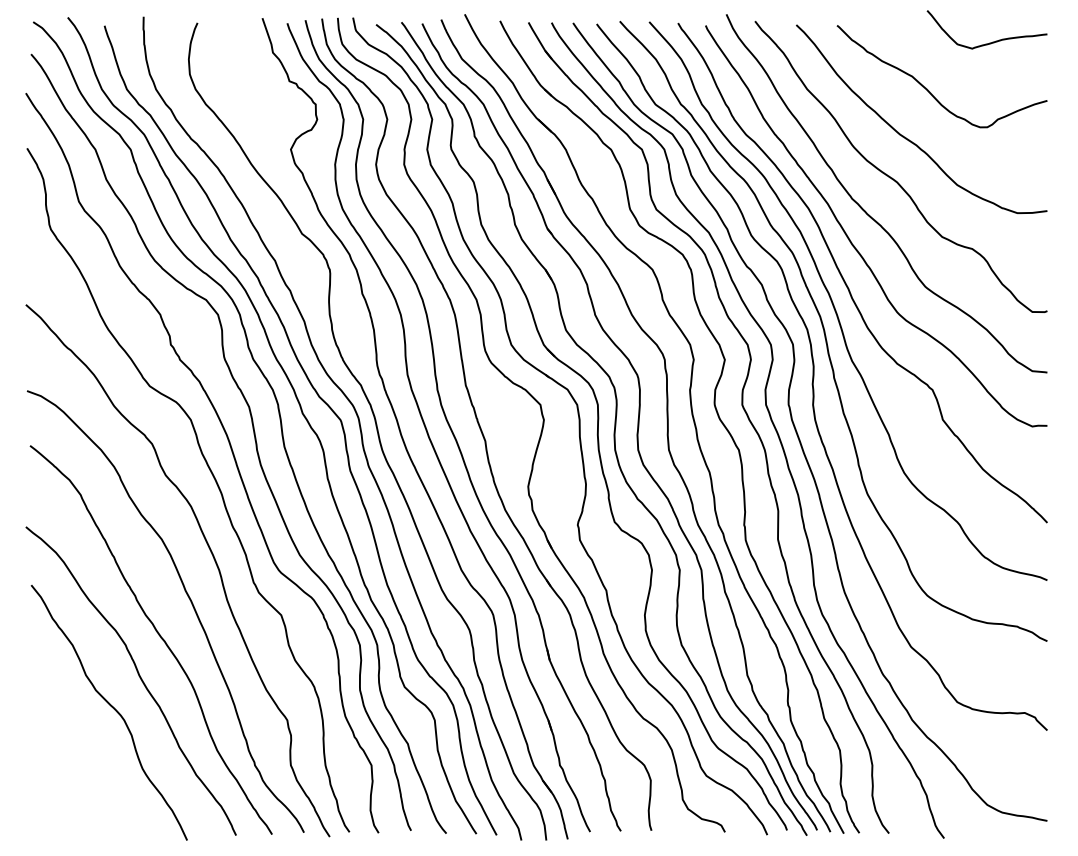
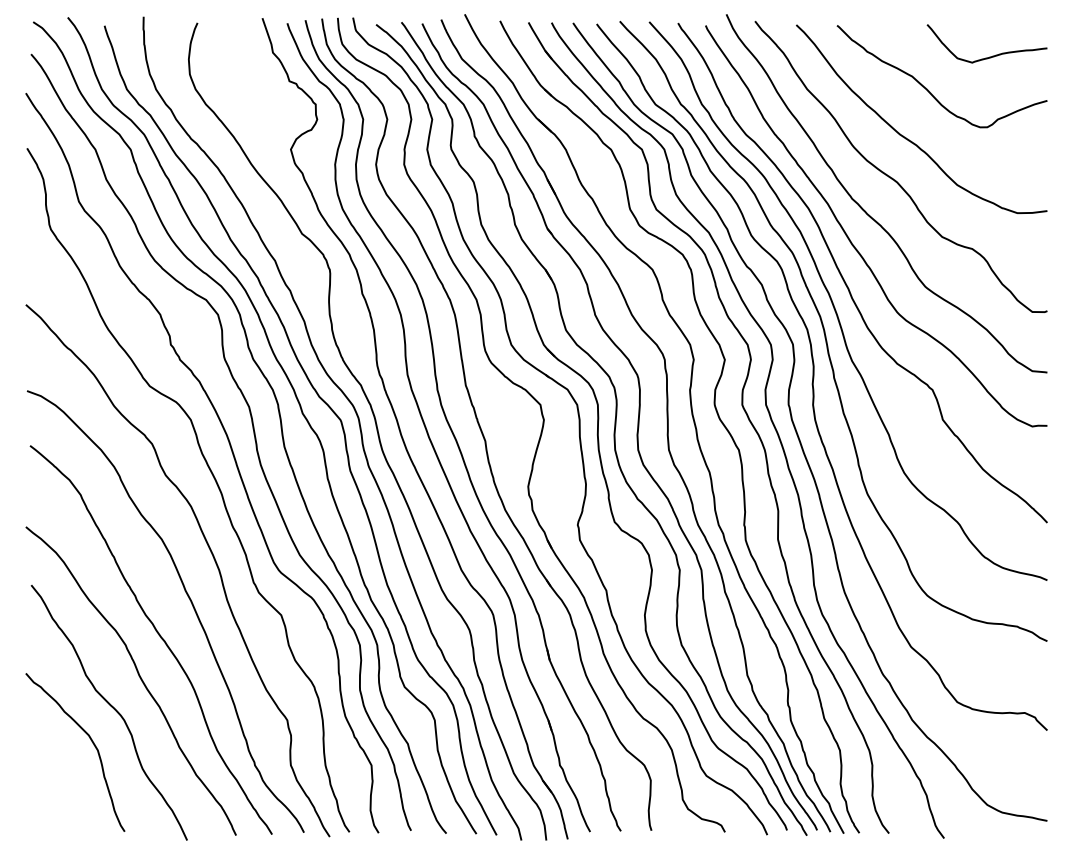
curve at (989, 42) position: (989, 42) -> (989, 56)
curve at (90, 740): none -> present
